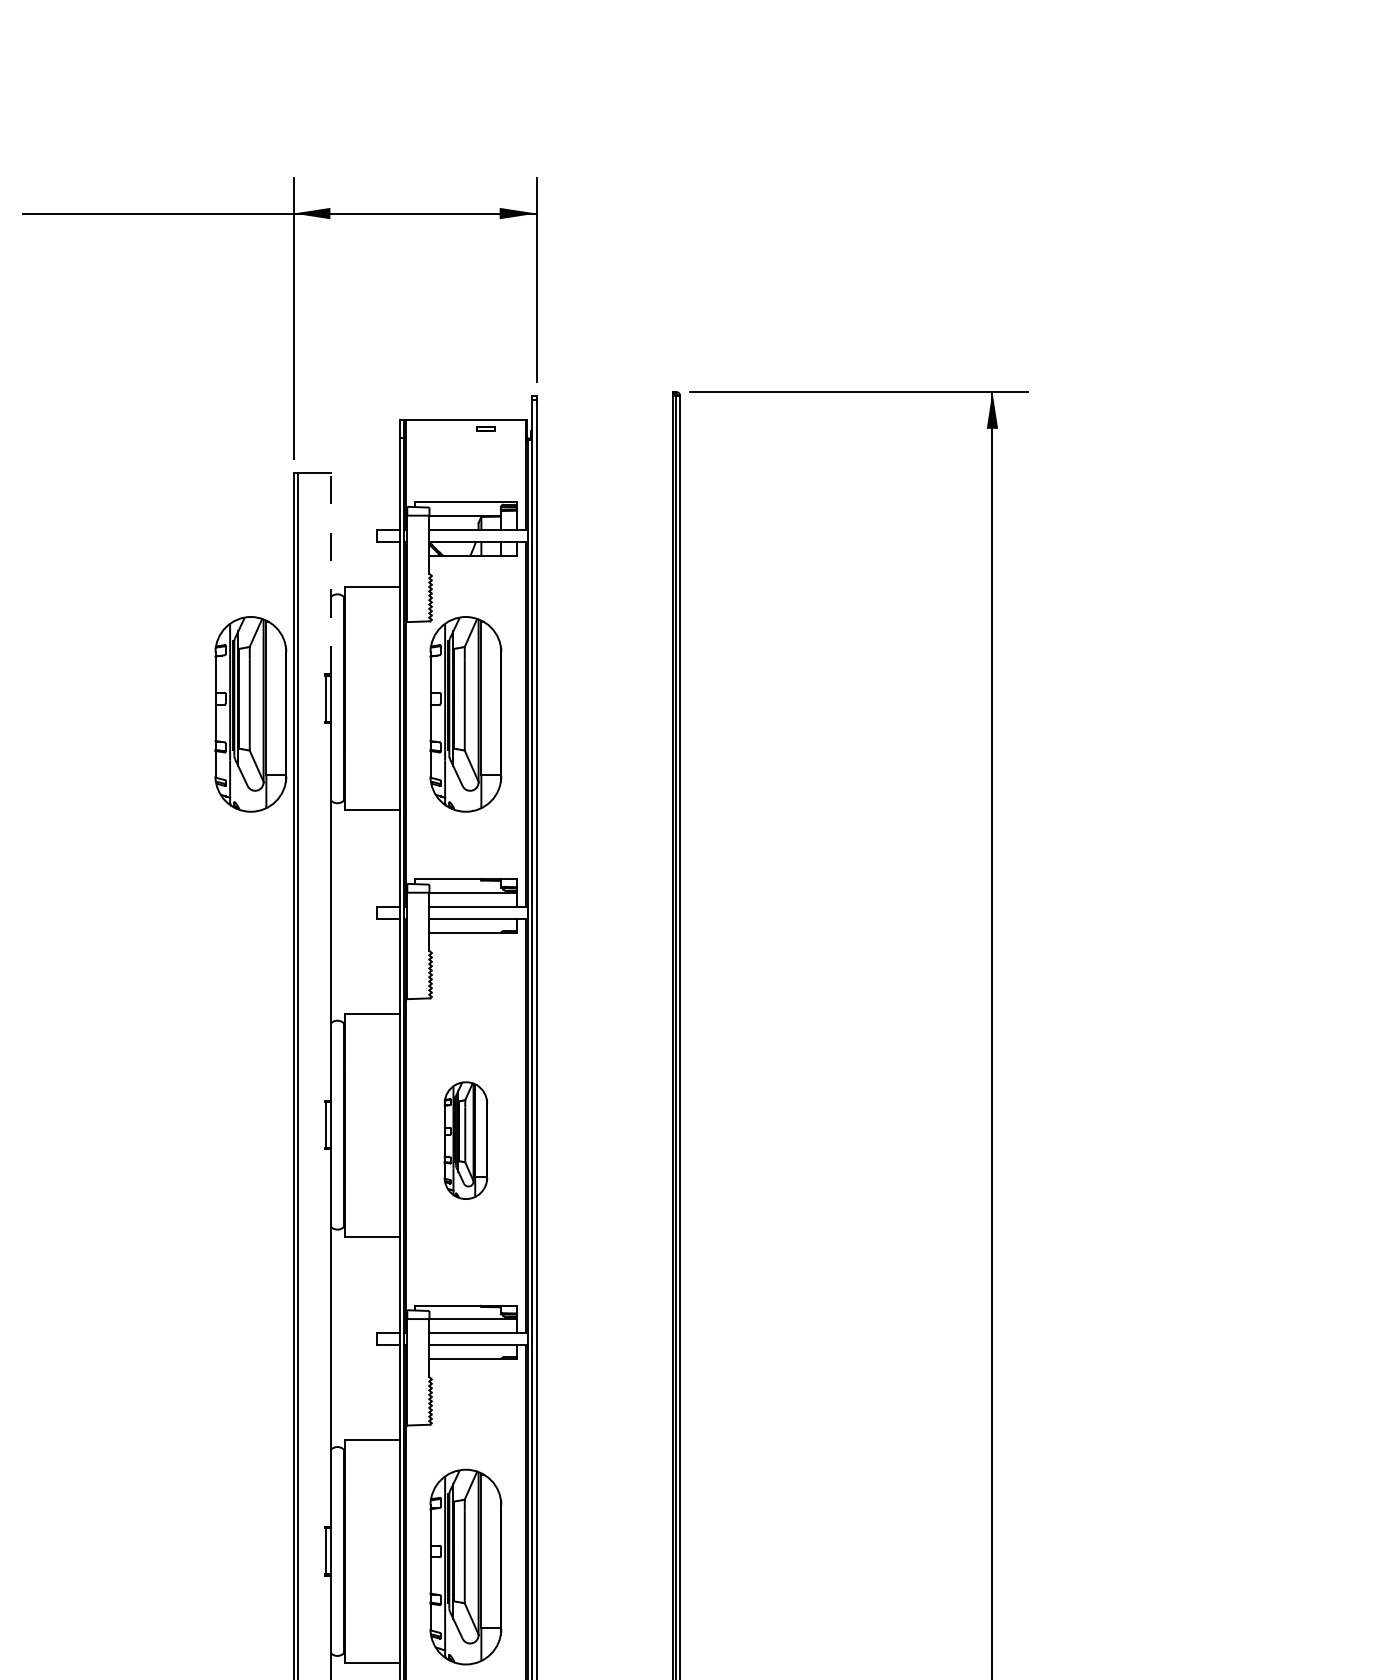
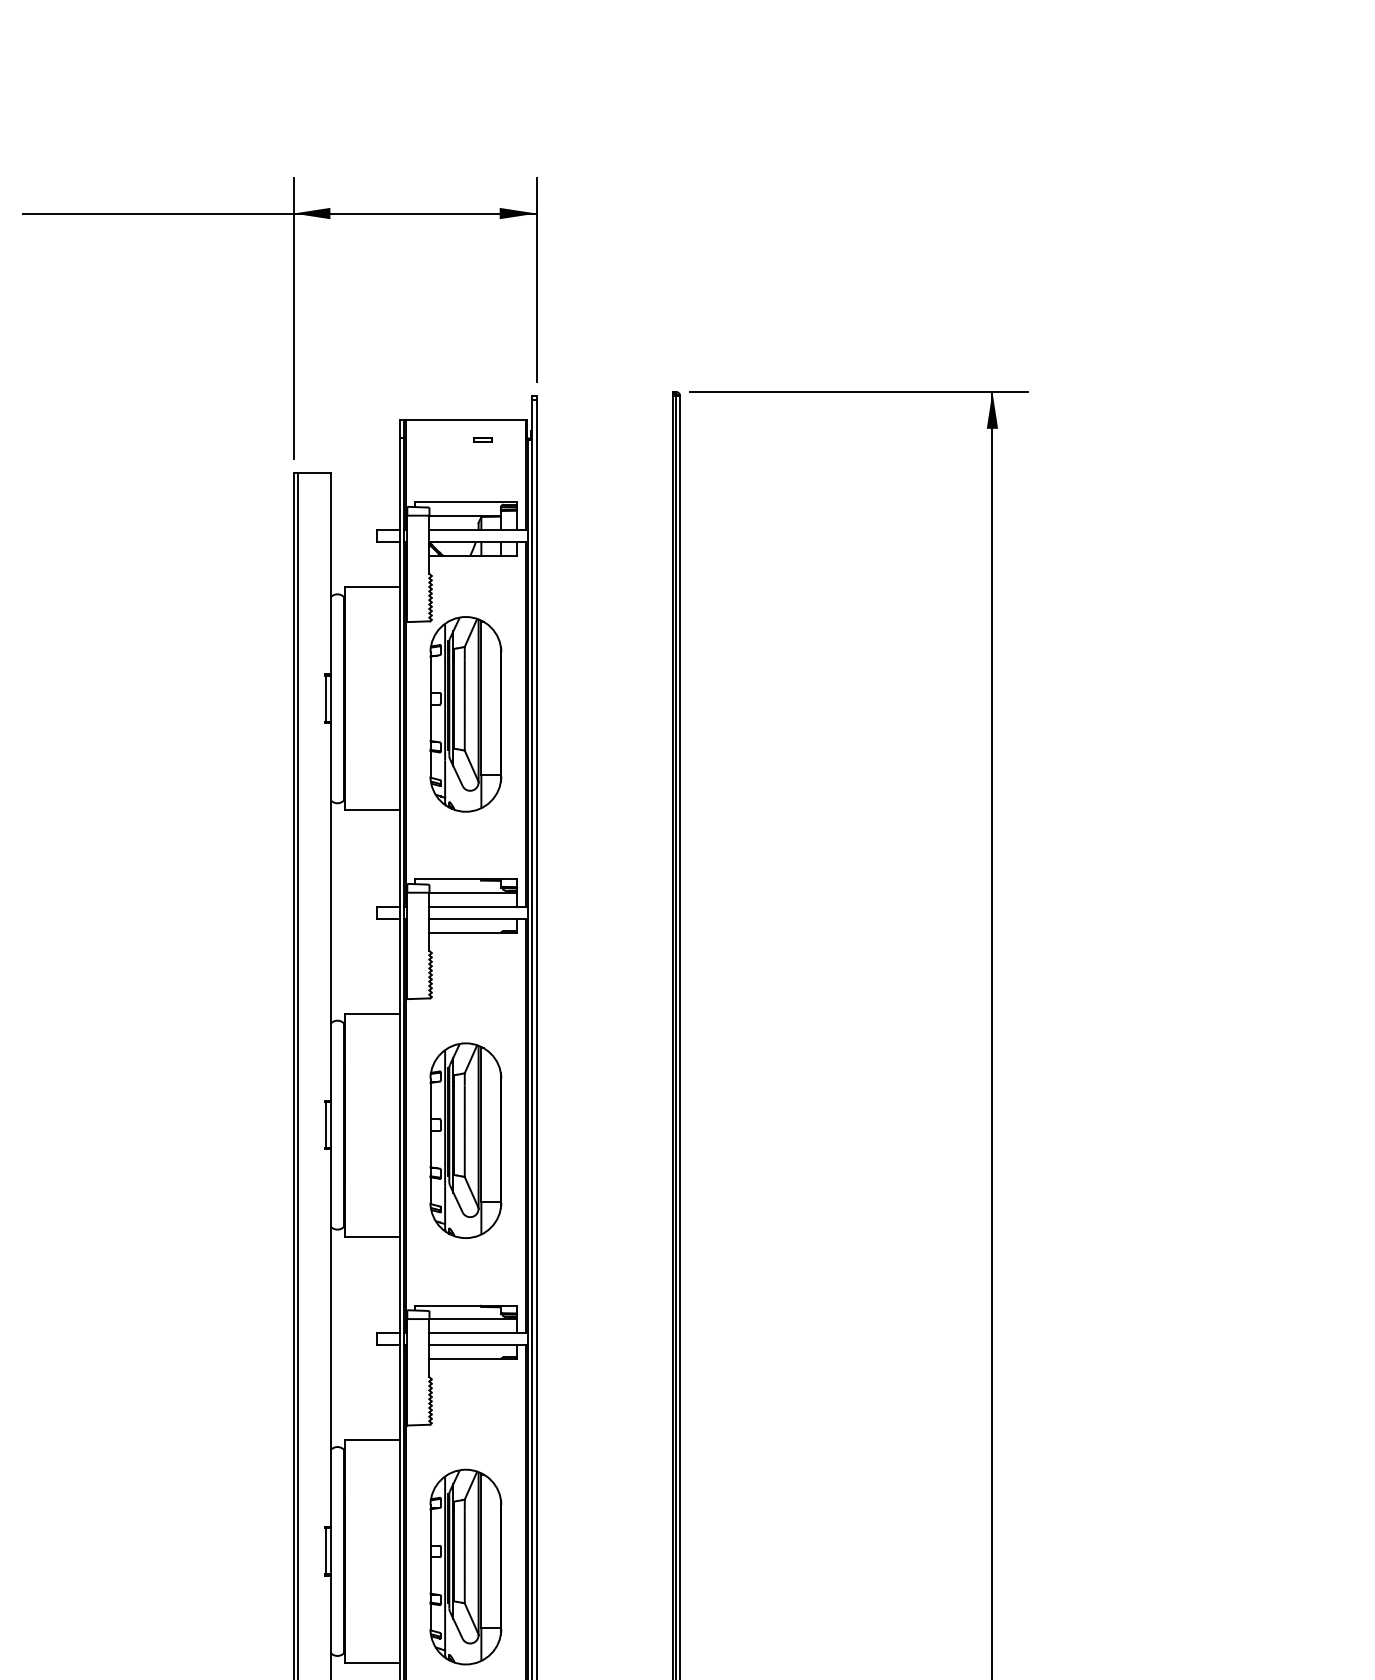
part at (485, 428) position: (485, 428) -> (482, 439)
line at (330, 573): dashed -> solid
part at (250, 714): present -> none
part at (465, 1140) size: 46x119 px -> 74x197 px
